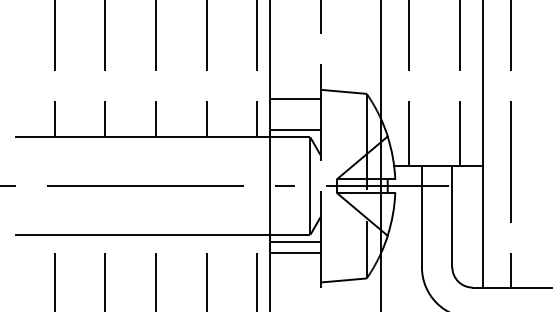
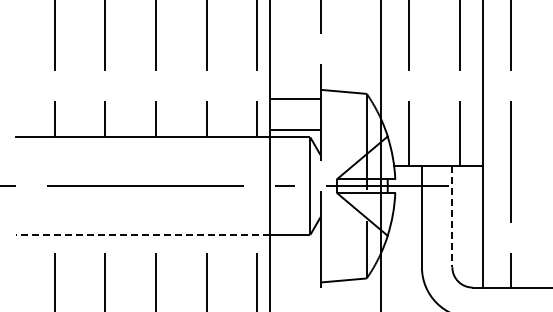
line at (452, 216): solid -> dashed
line at (143, 234): solid -> dashed
line at (294, 241): present -> none
line at (294, 253): present -> none
